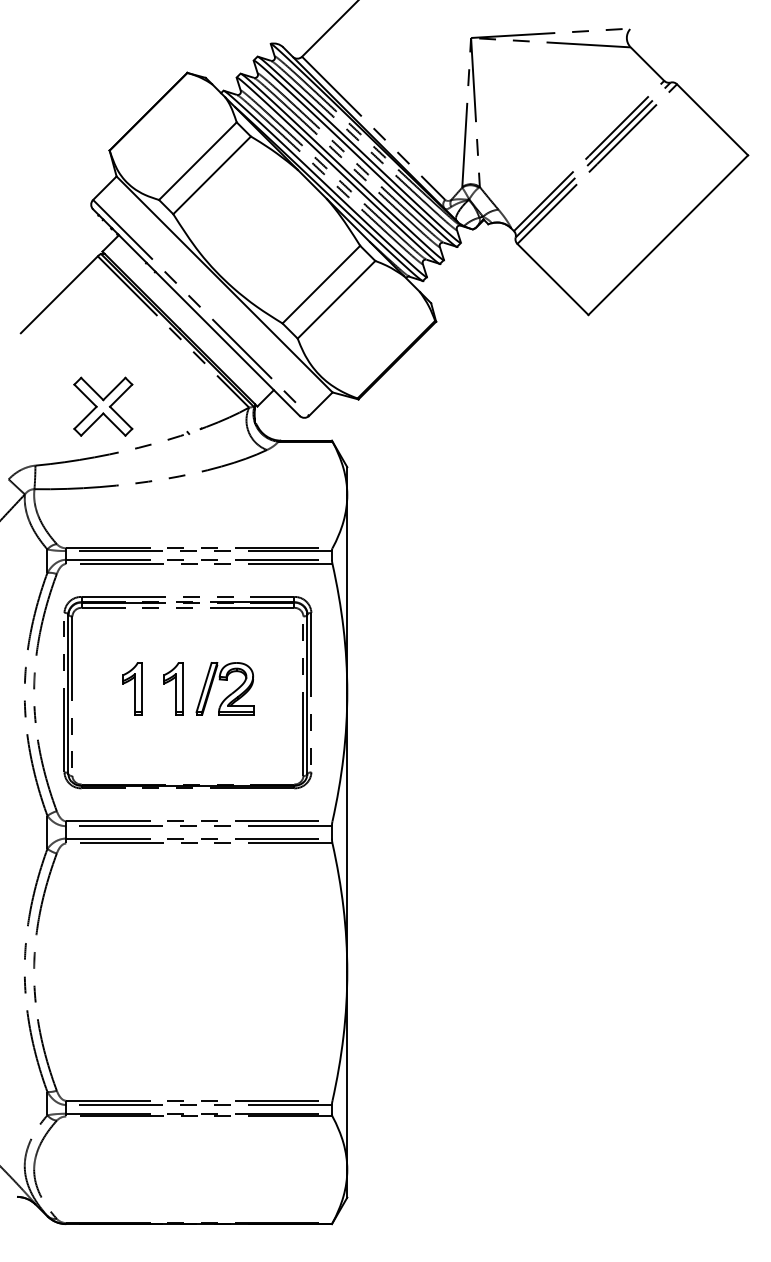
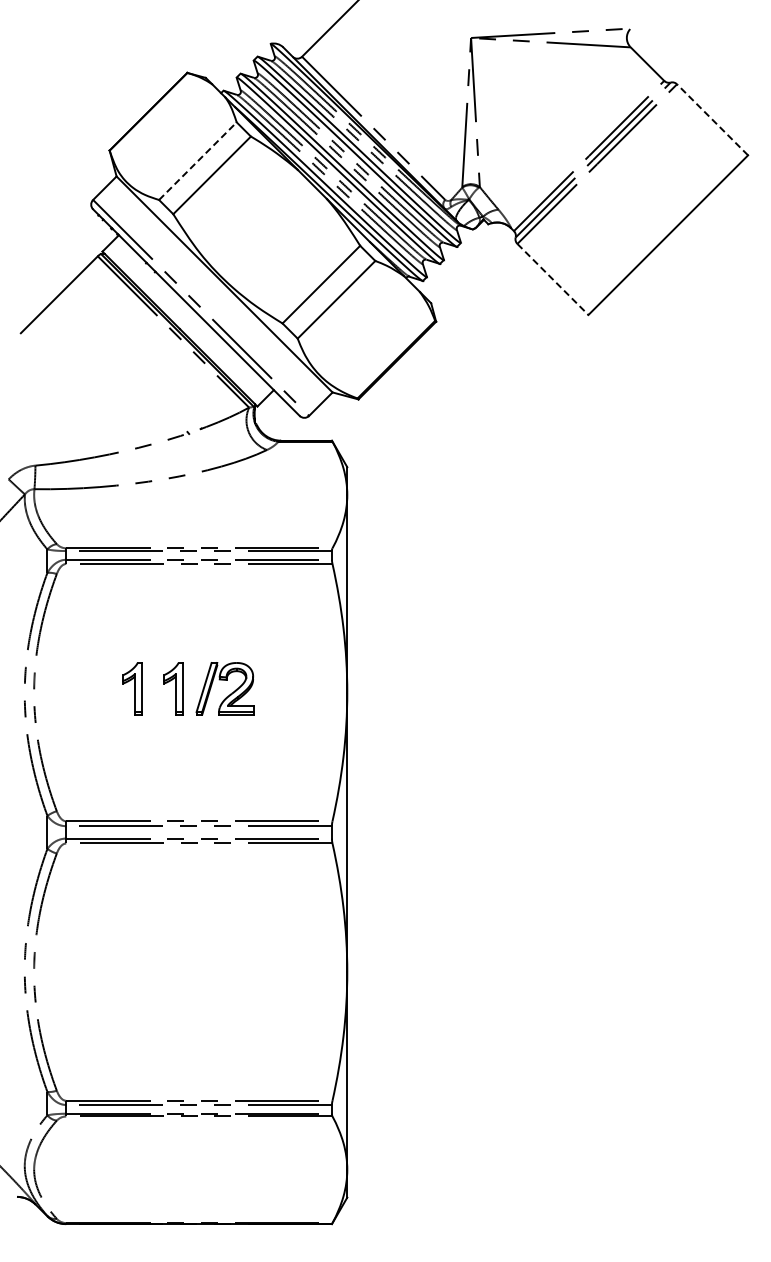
line at (712, 119): solid -> dashed
line at (197, 161): solid -> dashed
line at (553, 279): solid -> dashed
part at (103, 406): present -> none
part at (187, 608): present -> none
